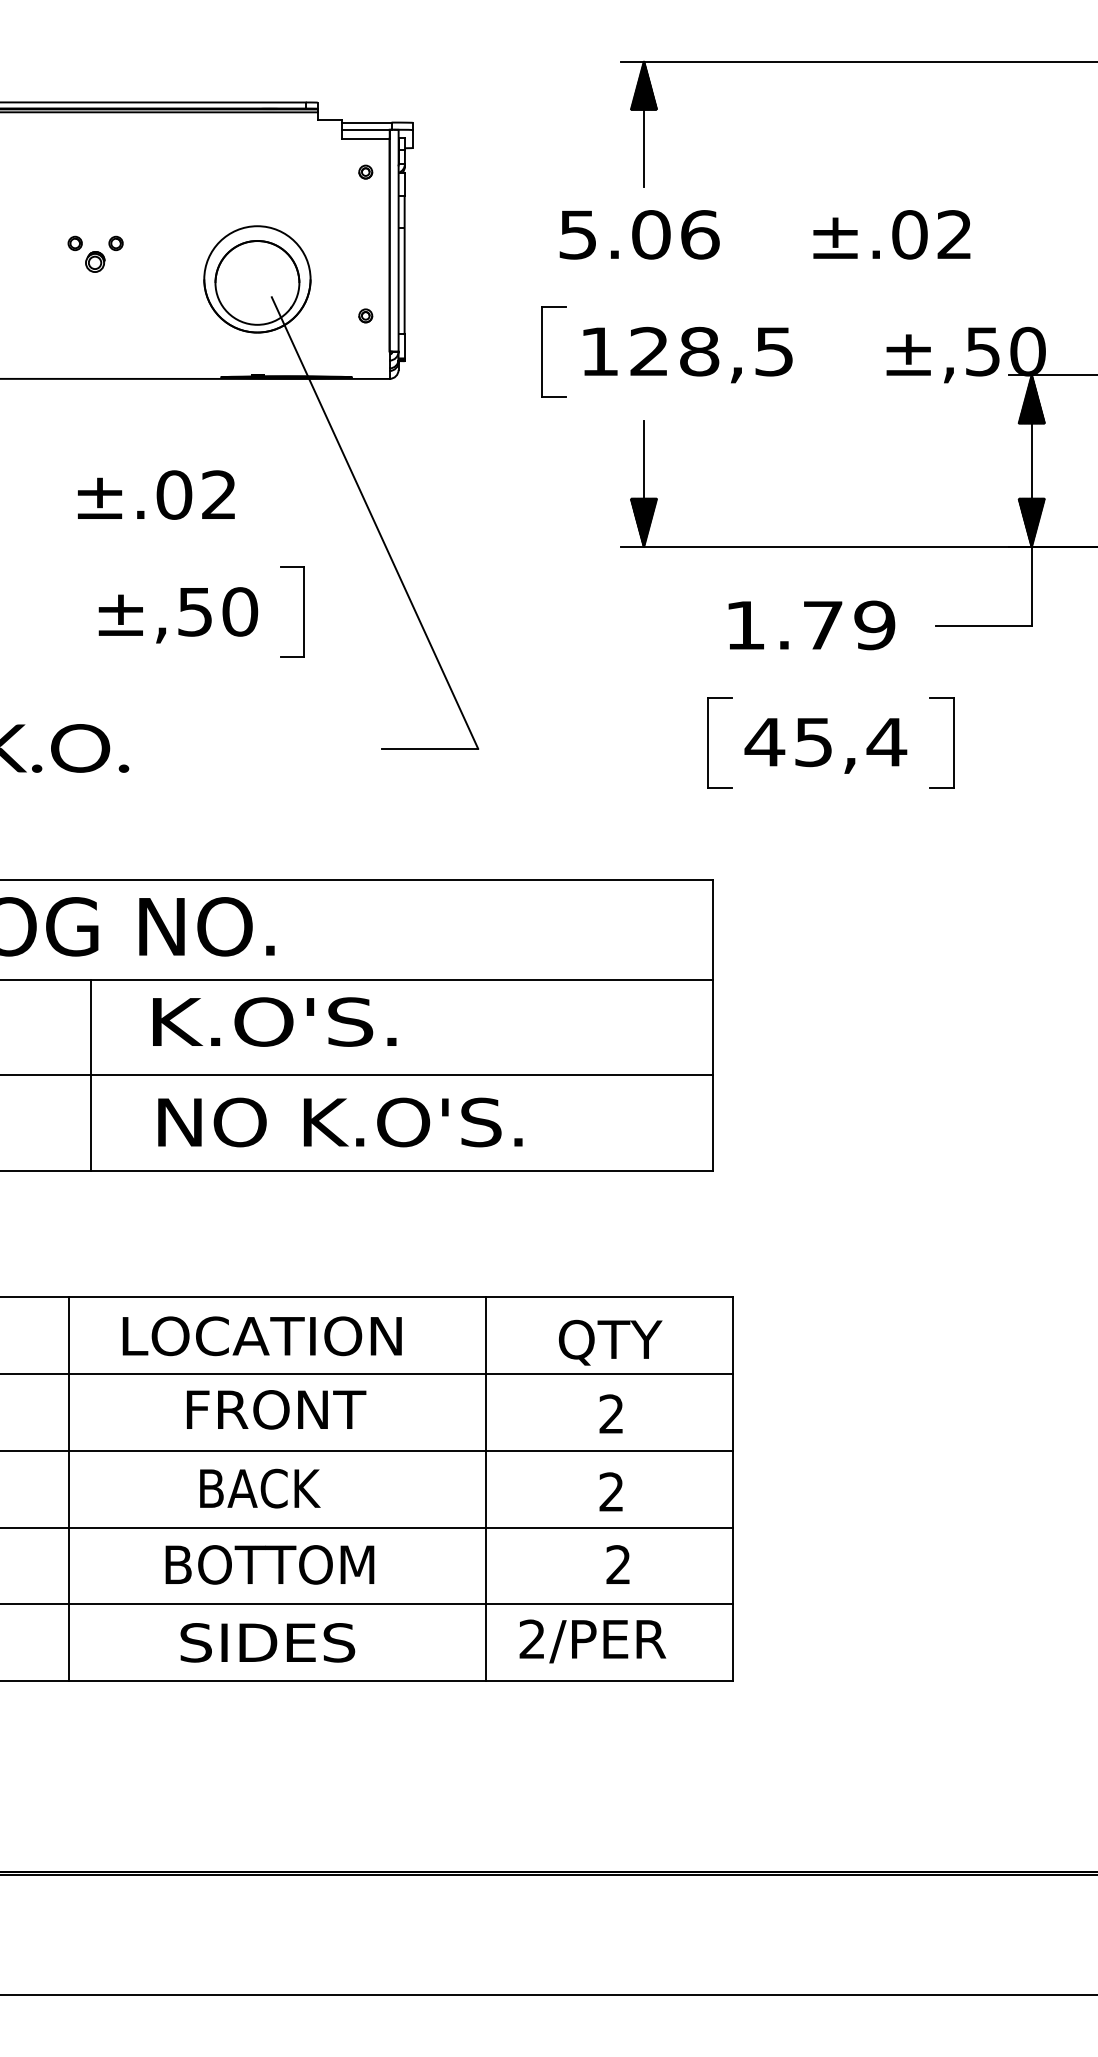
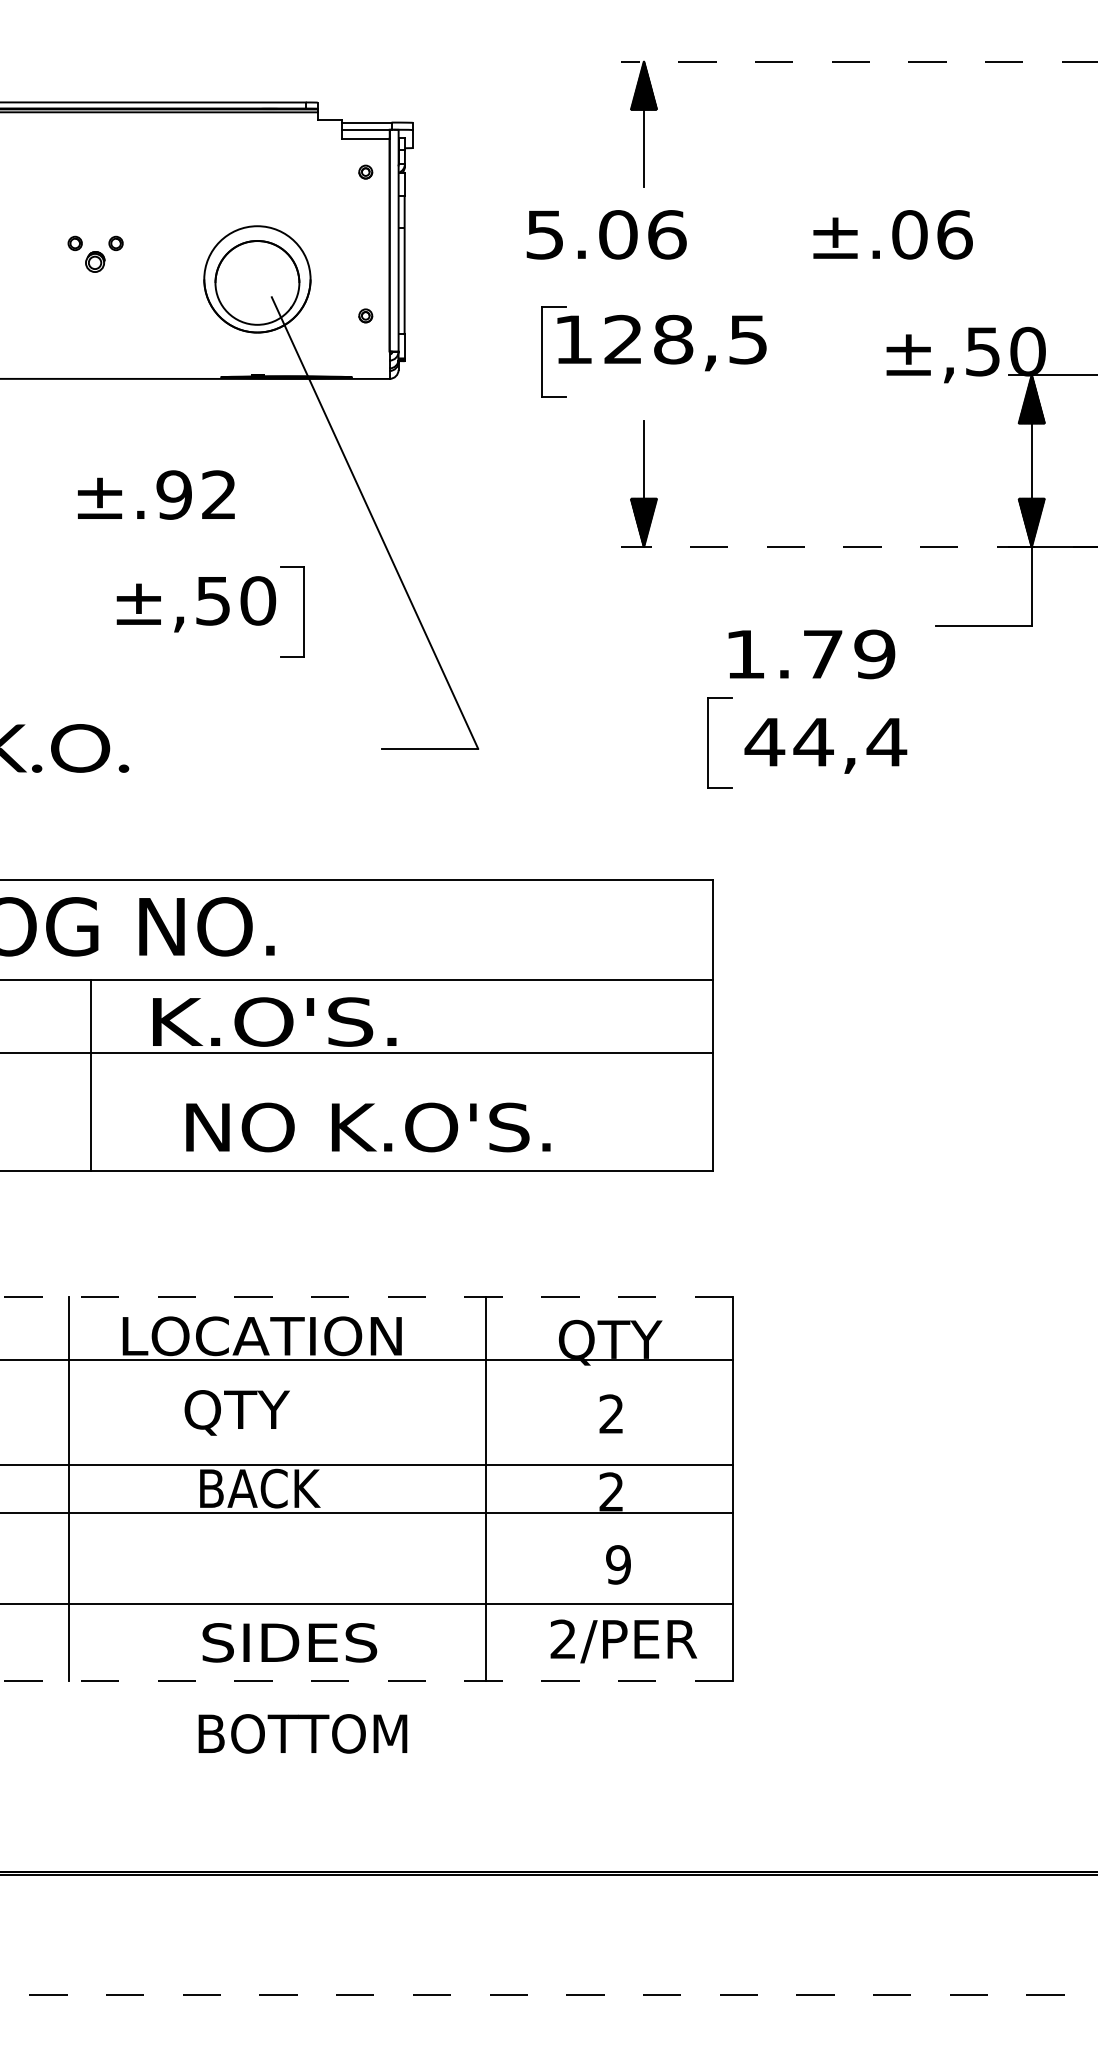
line at (858, 61): solid -> dashed
text at (639, 234) position: (639, 234) -> (606, 234)
text at (954, 234): ±.02 -> ±.06
text at (687, 354) position: (687, 354) -> (661, 342)
text at (174, 494): ±.02 -> ±.92
line at (858, 546): solid -> dashed
text at (178, 615) position: (178, 615) -> (196, 604)
text at (811, 625) position: (811, 625) -> (811, 654)
text at (813, 742): 45,4 -> 44,4
part at (953, 742): present -> none
line at (357, 1075) position: (357, 1075) -> (357, 1053)
text at (340, 1122) position: (340, 1122) -> (368, 1127)
line at (366, 1297): solid -> dashed
line at (367, 1374) position: (367, 1374) -> (367, 1360)
text at (275, 1412): FRONT -> QTY
line at (367, 1450) position: (367, 1450) -> (367, 1464)
line at (367, 1527) position: (367, 1527) -> (367, 1512)
text at (269, 1564) position: (269, 1564) -> (302, 1733)
text at (618, 1564): 2 -> 9
text at (592, 1641) position: (592, 1641) -> (623, 1641)
text at (267, 1642) position: (267, 1642) -> (289, 1642)
line at (366, 1680): solid -> dashed
line at (549, 1995): solid -> dashed
